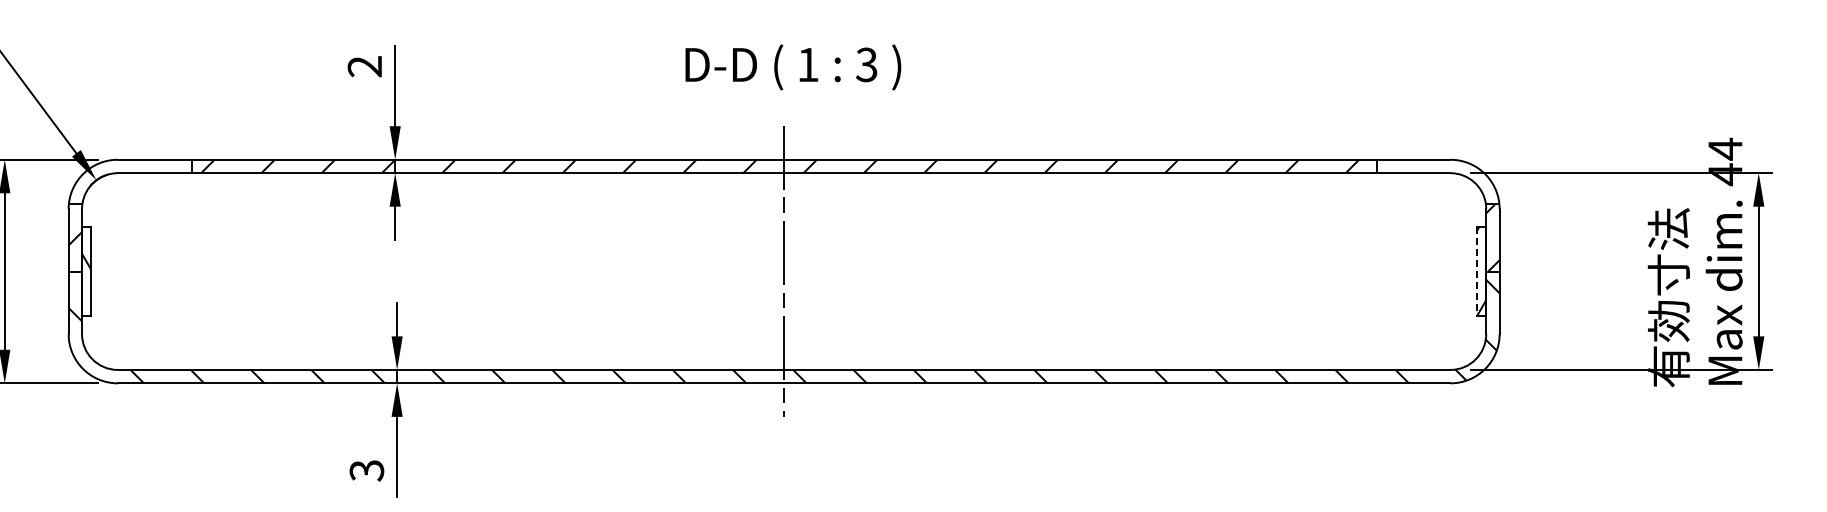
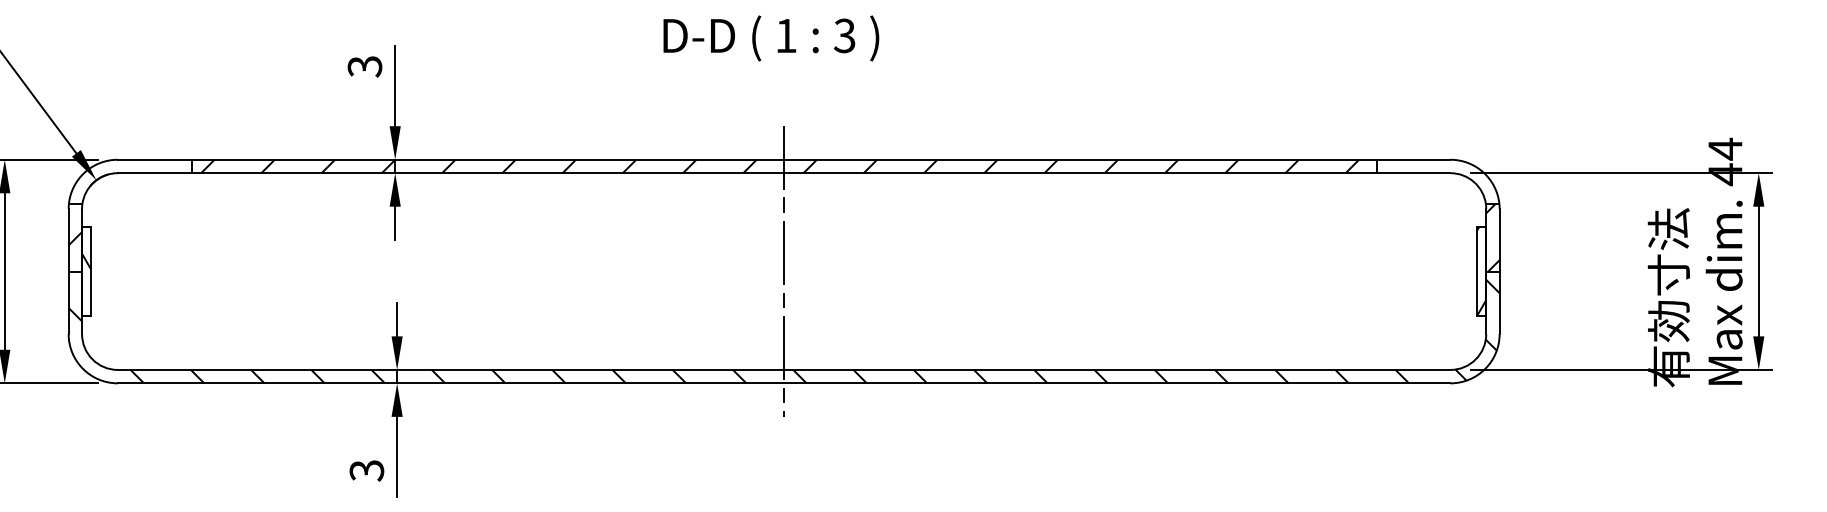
text at (365, 66): 2 -> 3
text at (793, 67) position: (793, 67) -> (771, 38)
line at (1477, 271): dashed -> solid
